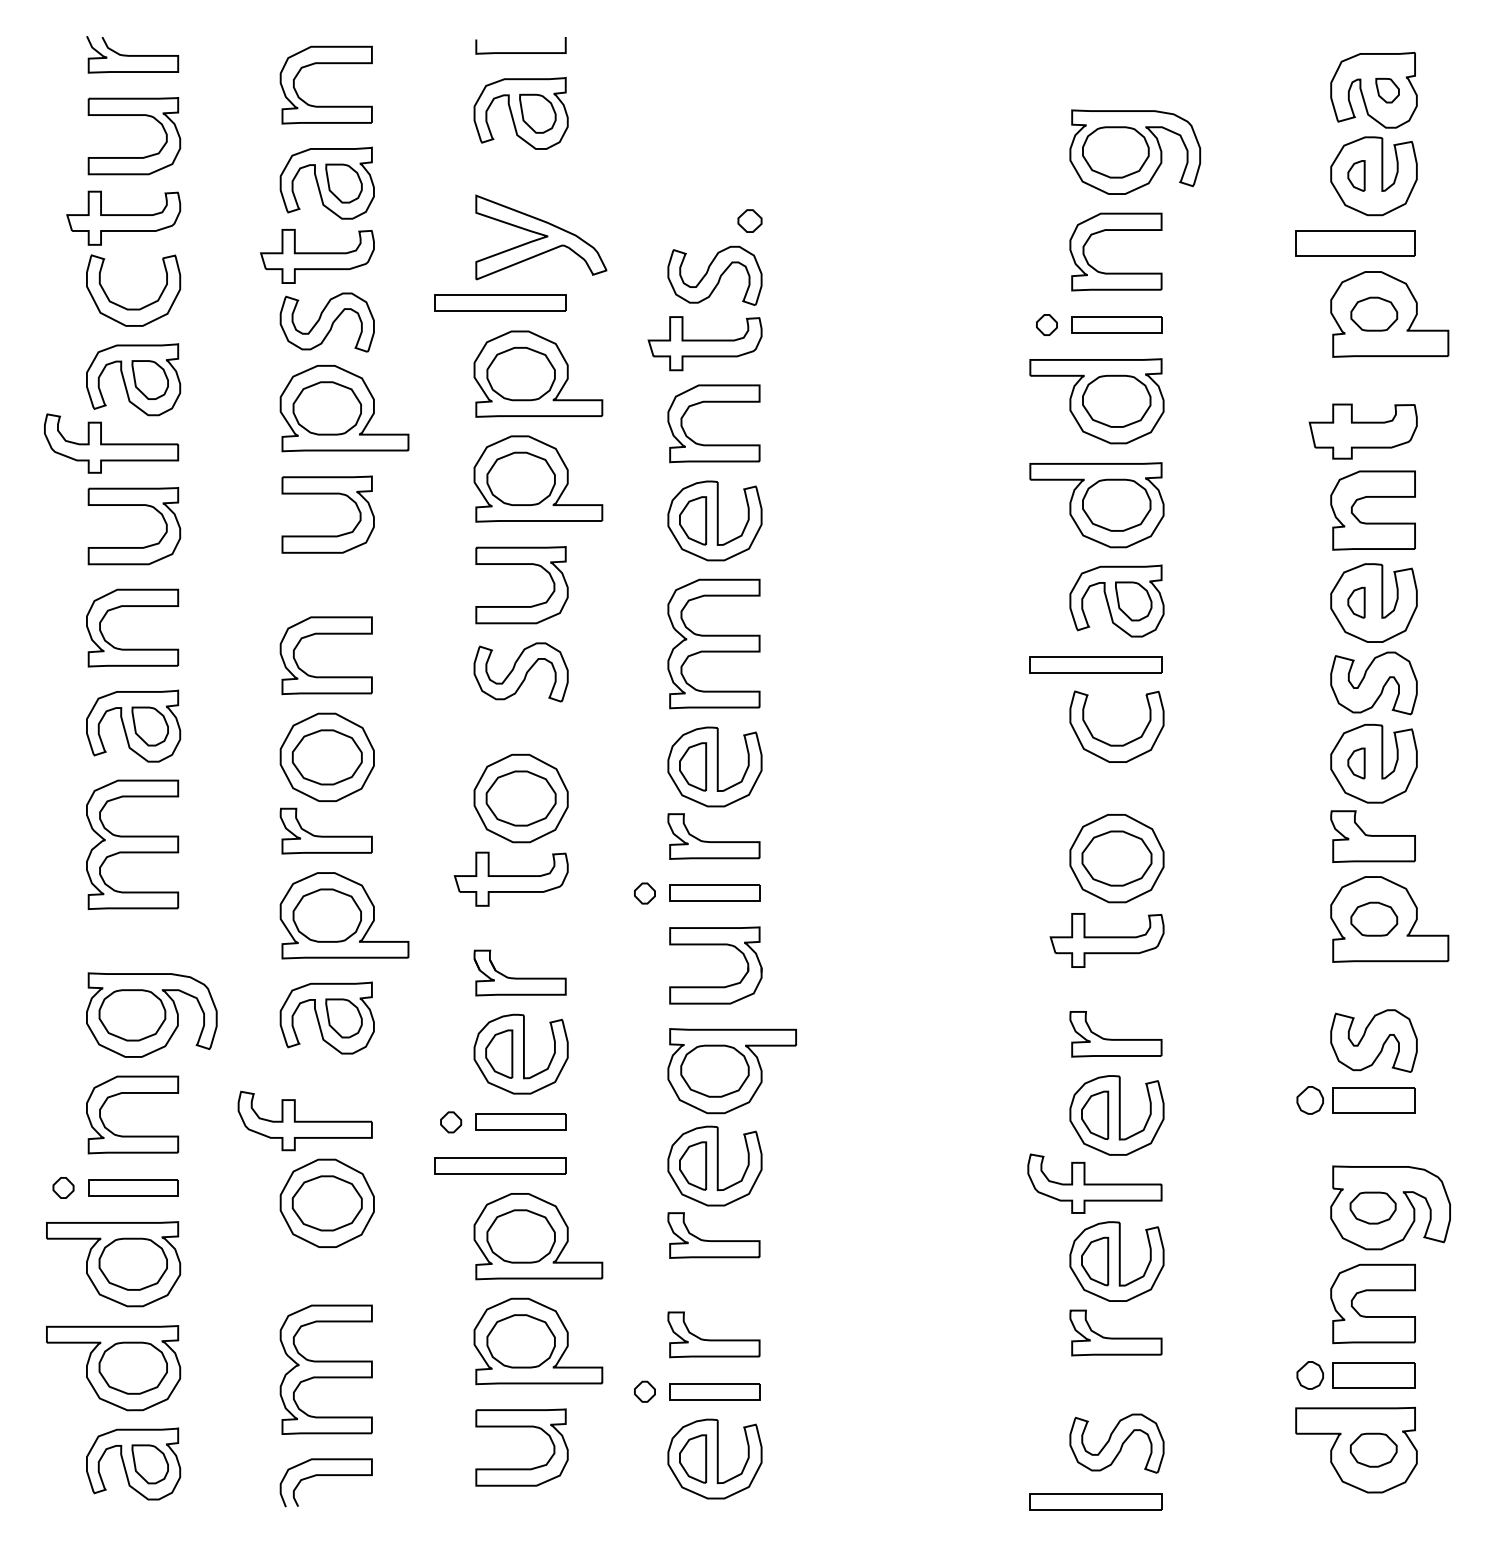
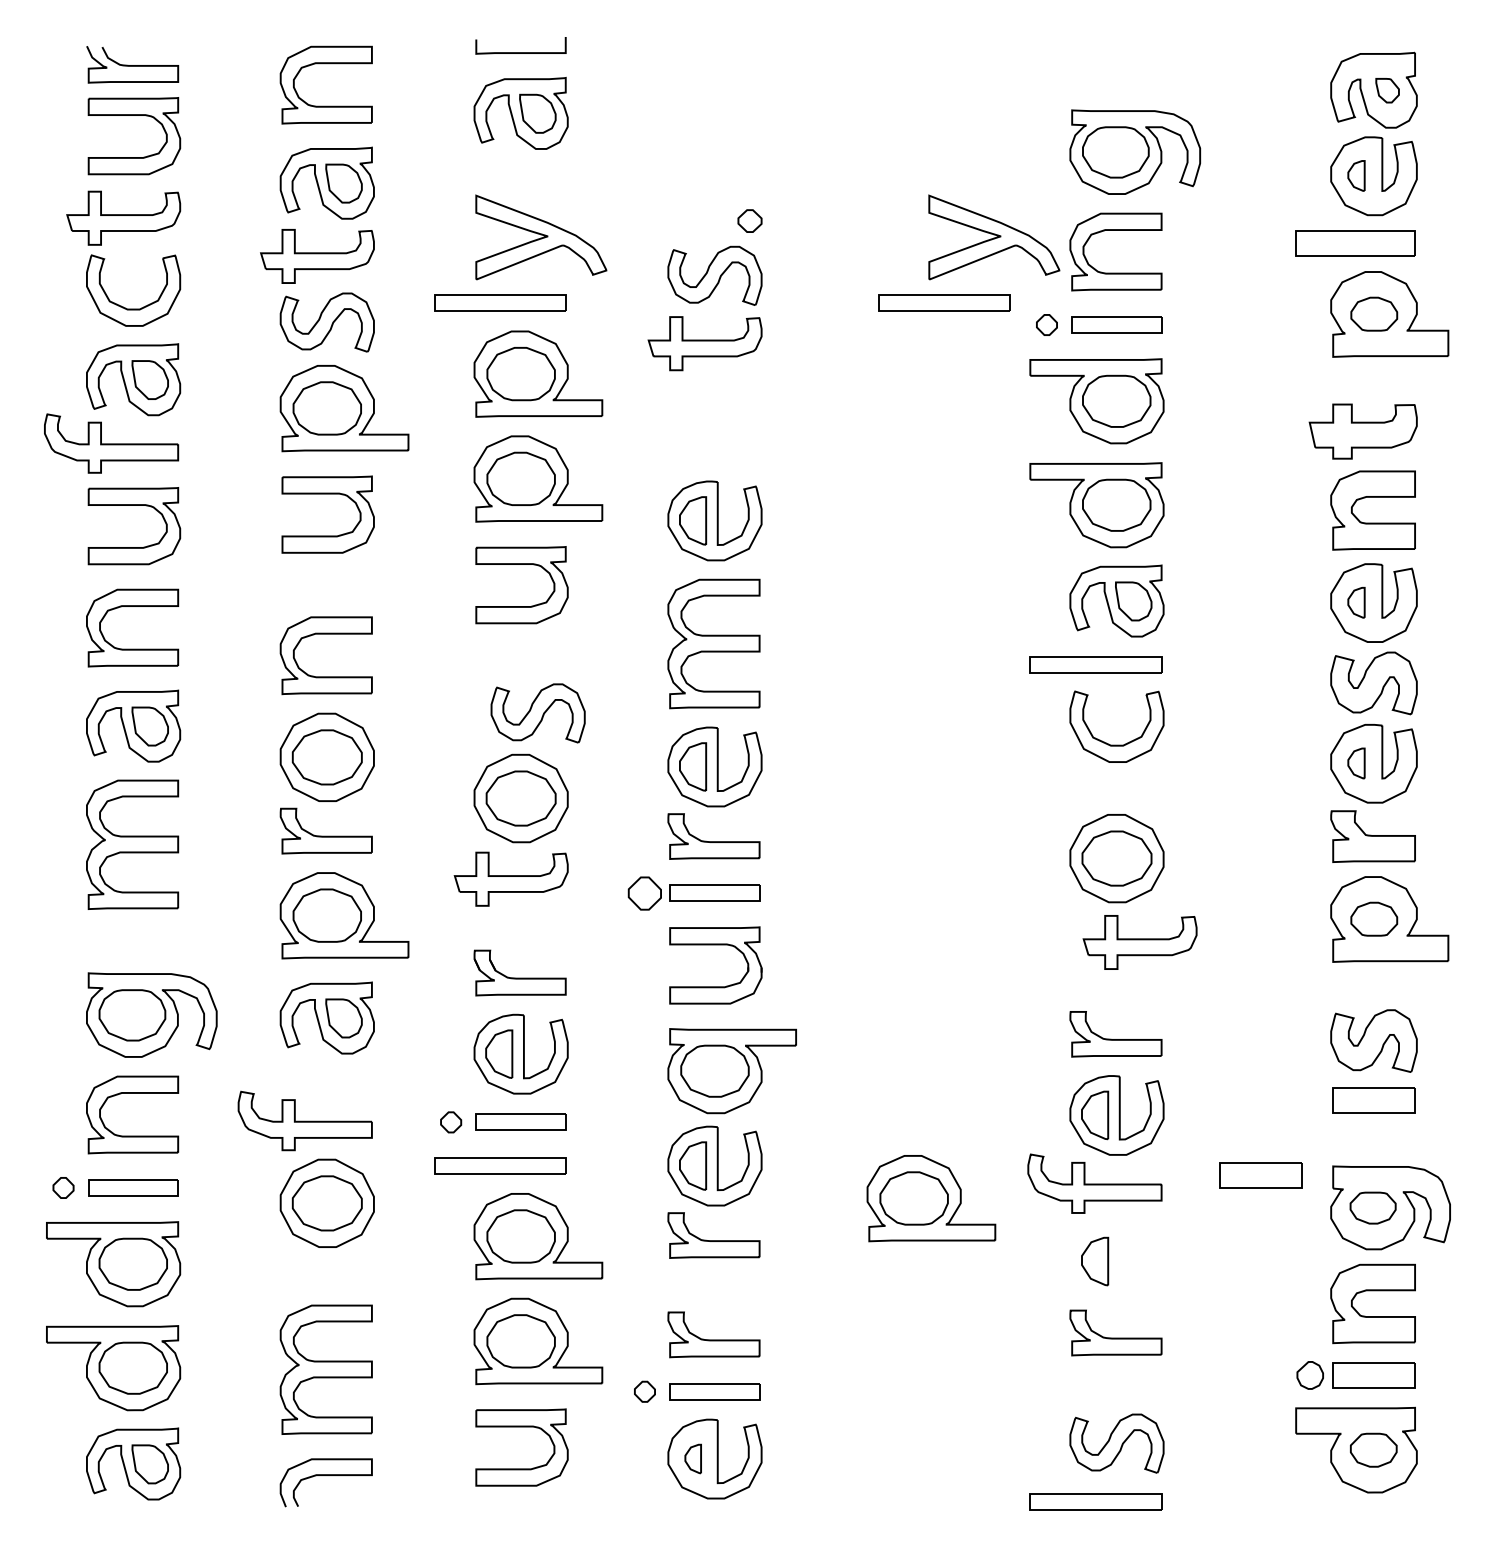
curve at (132, 55) position: (132, 55) -> (132, 65)
part at (994, 237): none -> present
part at (944, 302): none -> present
part at (713, 402): present -> none
part at (520, 672) position: (520, 672) -> (537, 713)
part at (644, 893) size: 22x23 px -> 35x35 px
part at (1106, 940) position: (1106, 940) -> (1139, 942)
part at (1309, 1100): present -> none
part at (1260, 1175): none -> present
part at (931, 1198): none -> present
part at (1116, 1261): present -> none
part at (693, 1458) size: 29x50 px -> 18x32 px
